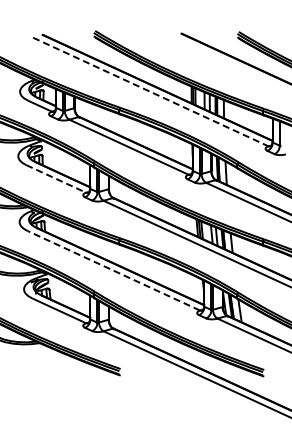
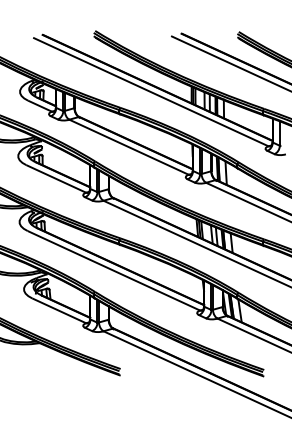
line at (229, 63): none -> present
line at (150, 92): dashed -> solid
line at (56, 178): dashed -> solid
line at (113, 270): dashed -> solid
